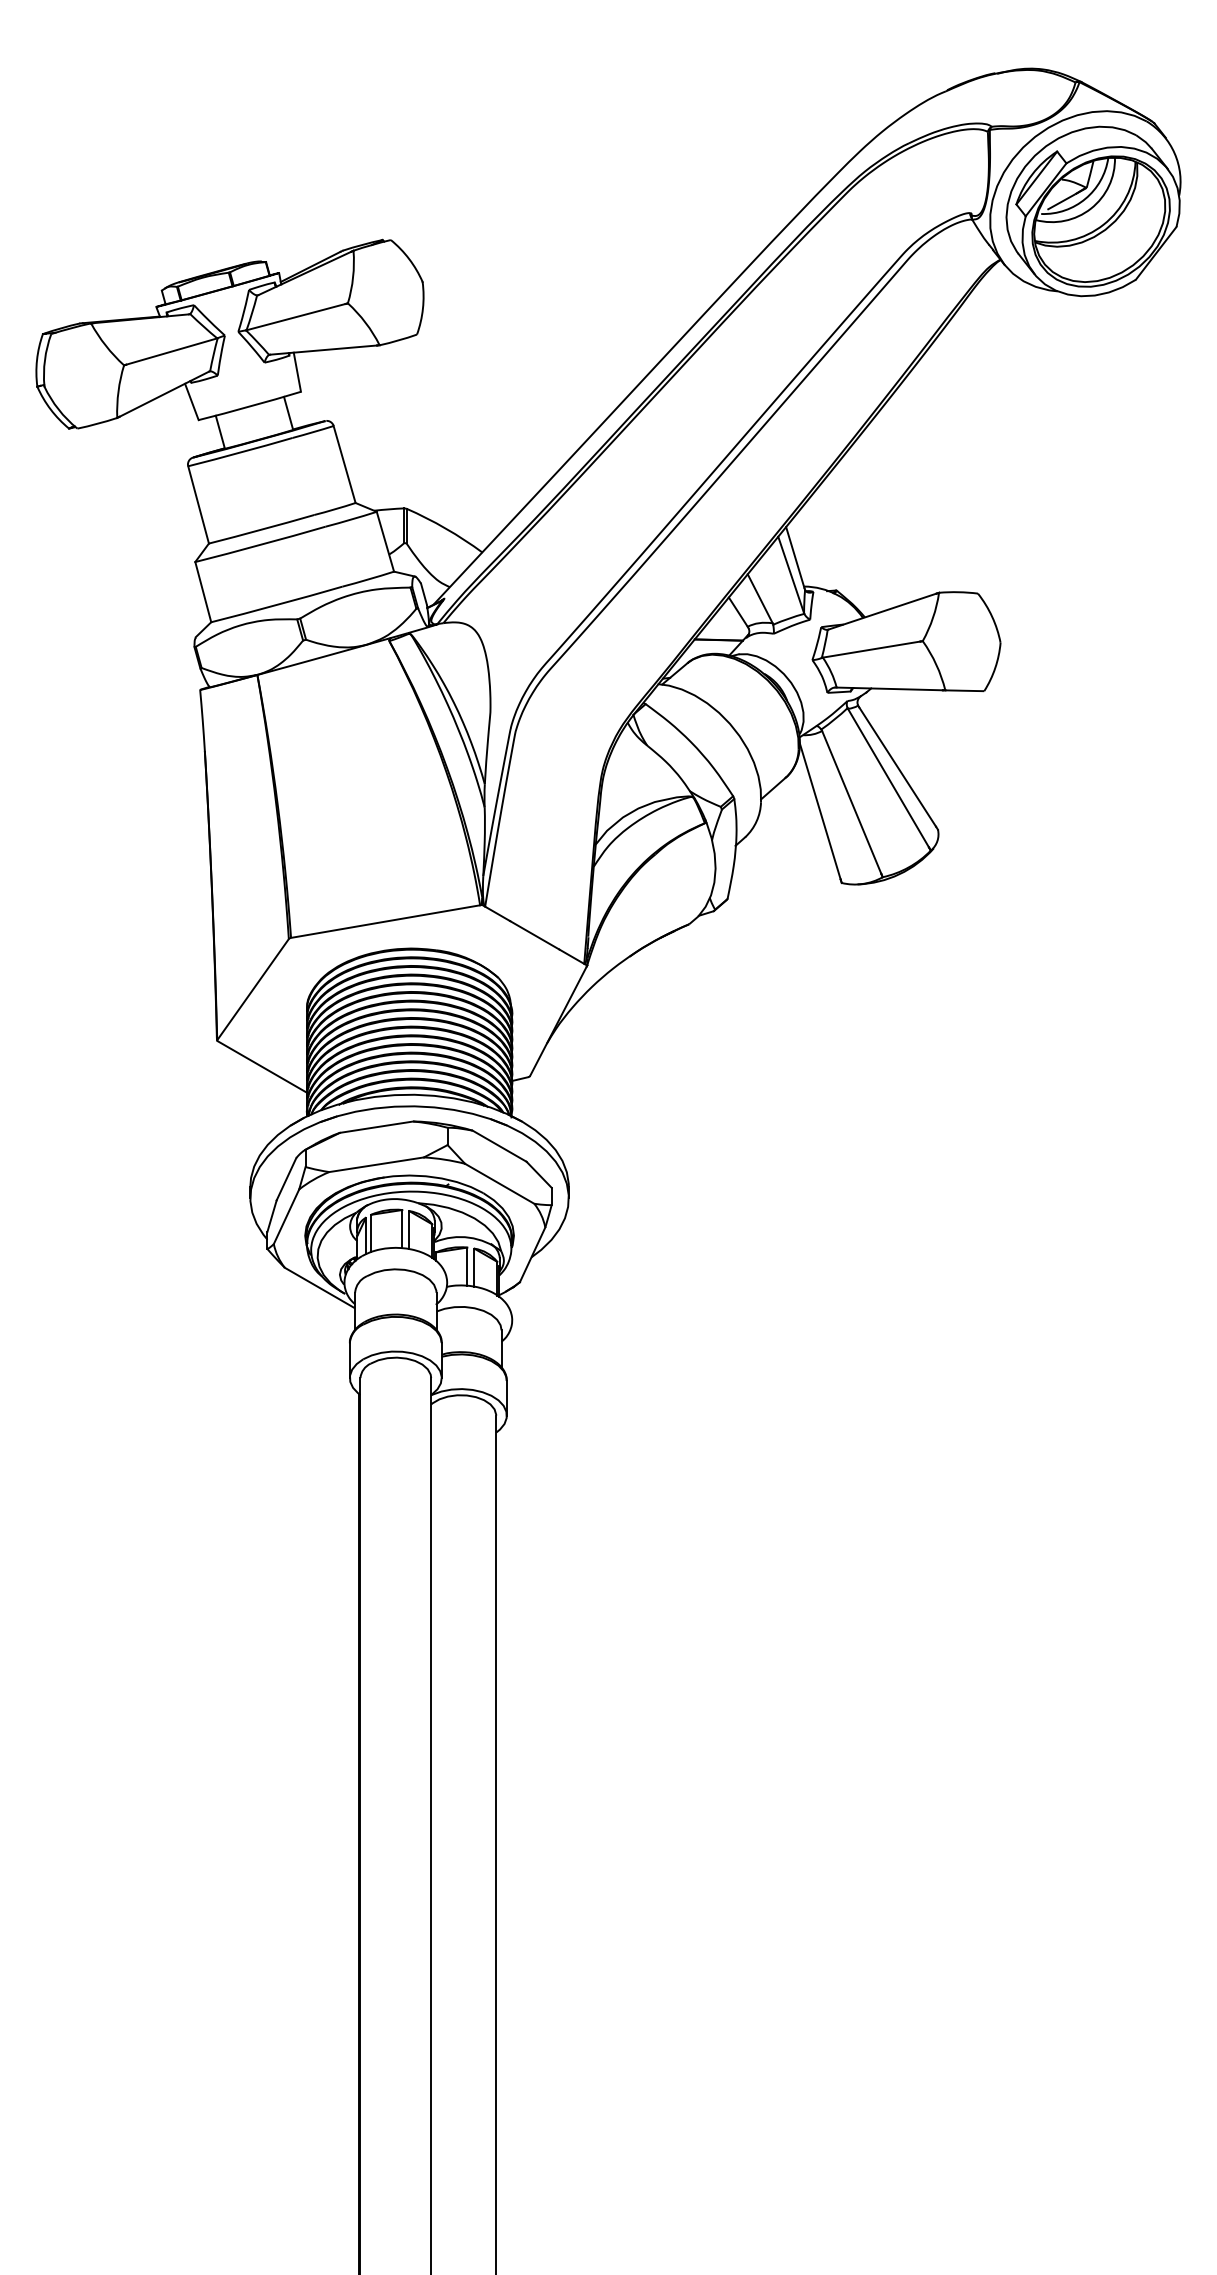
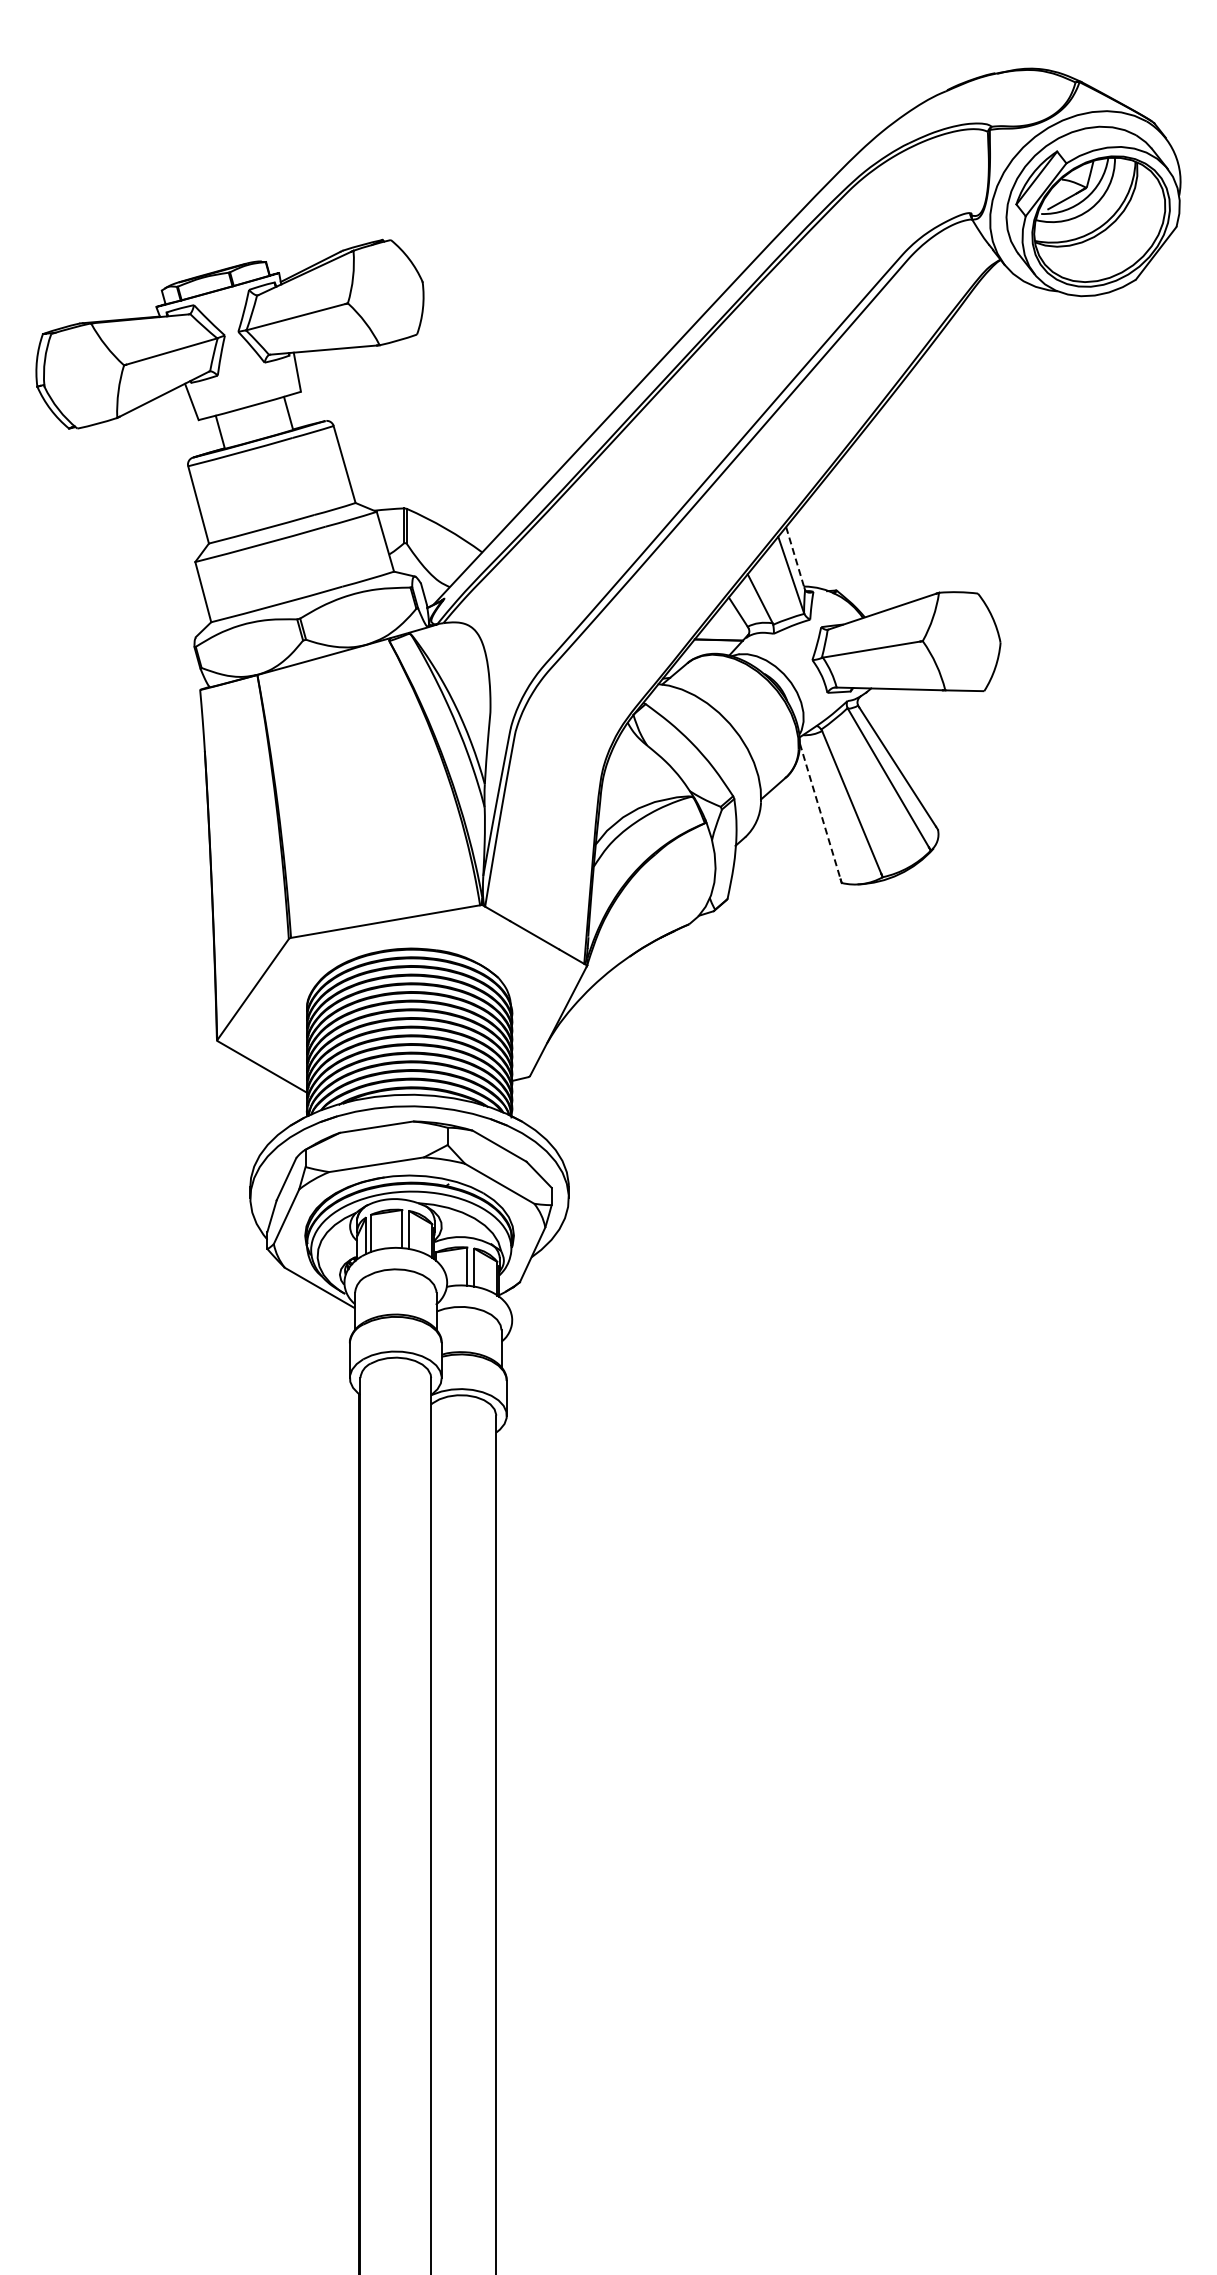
line at (795, 557): solid -> dashed
line at (820, 812): solid -> dashed
